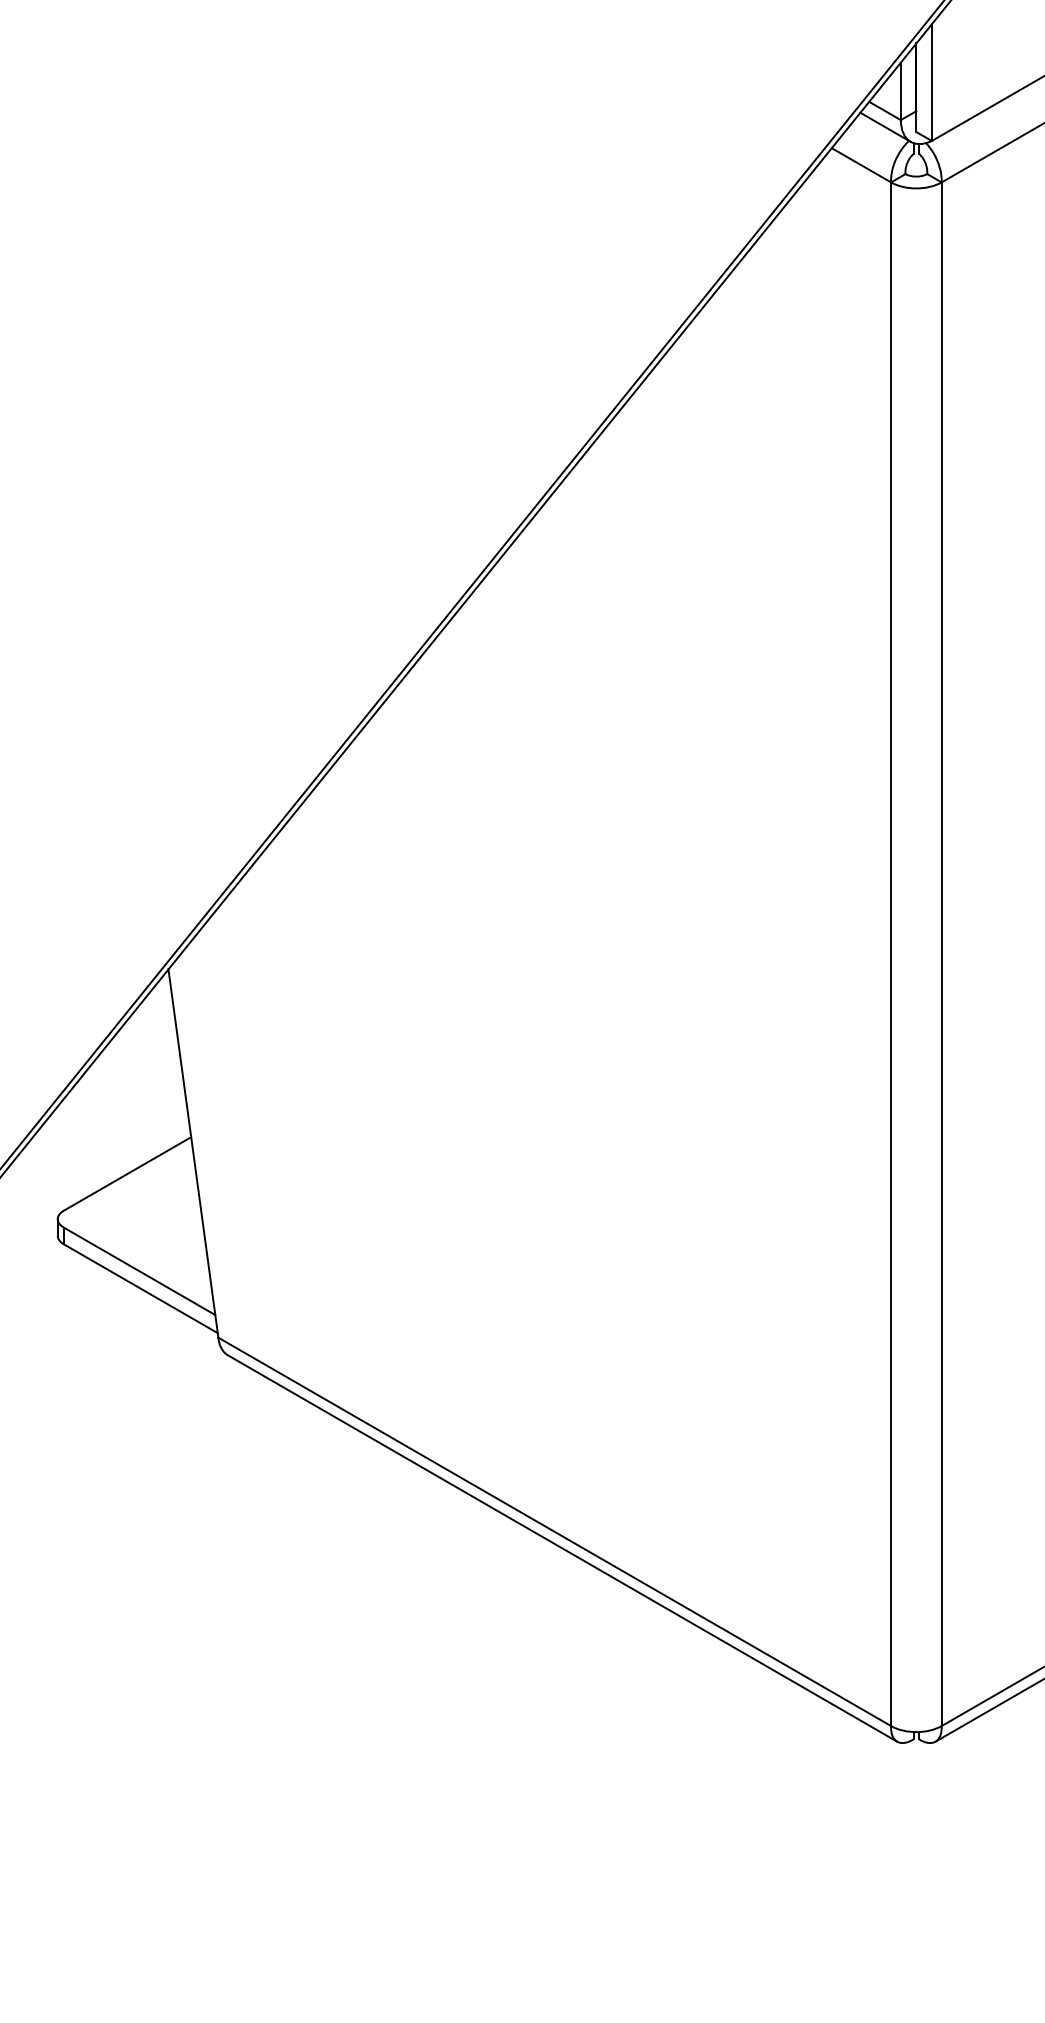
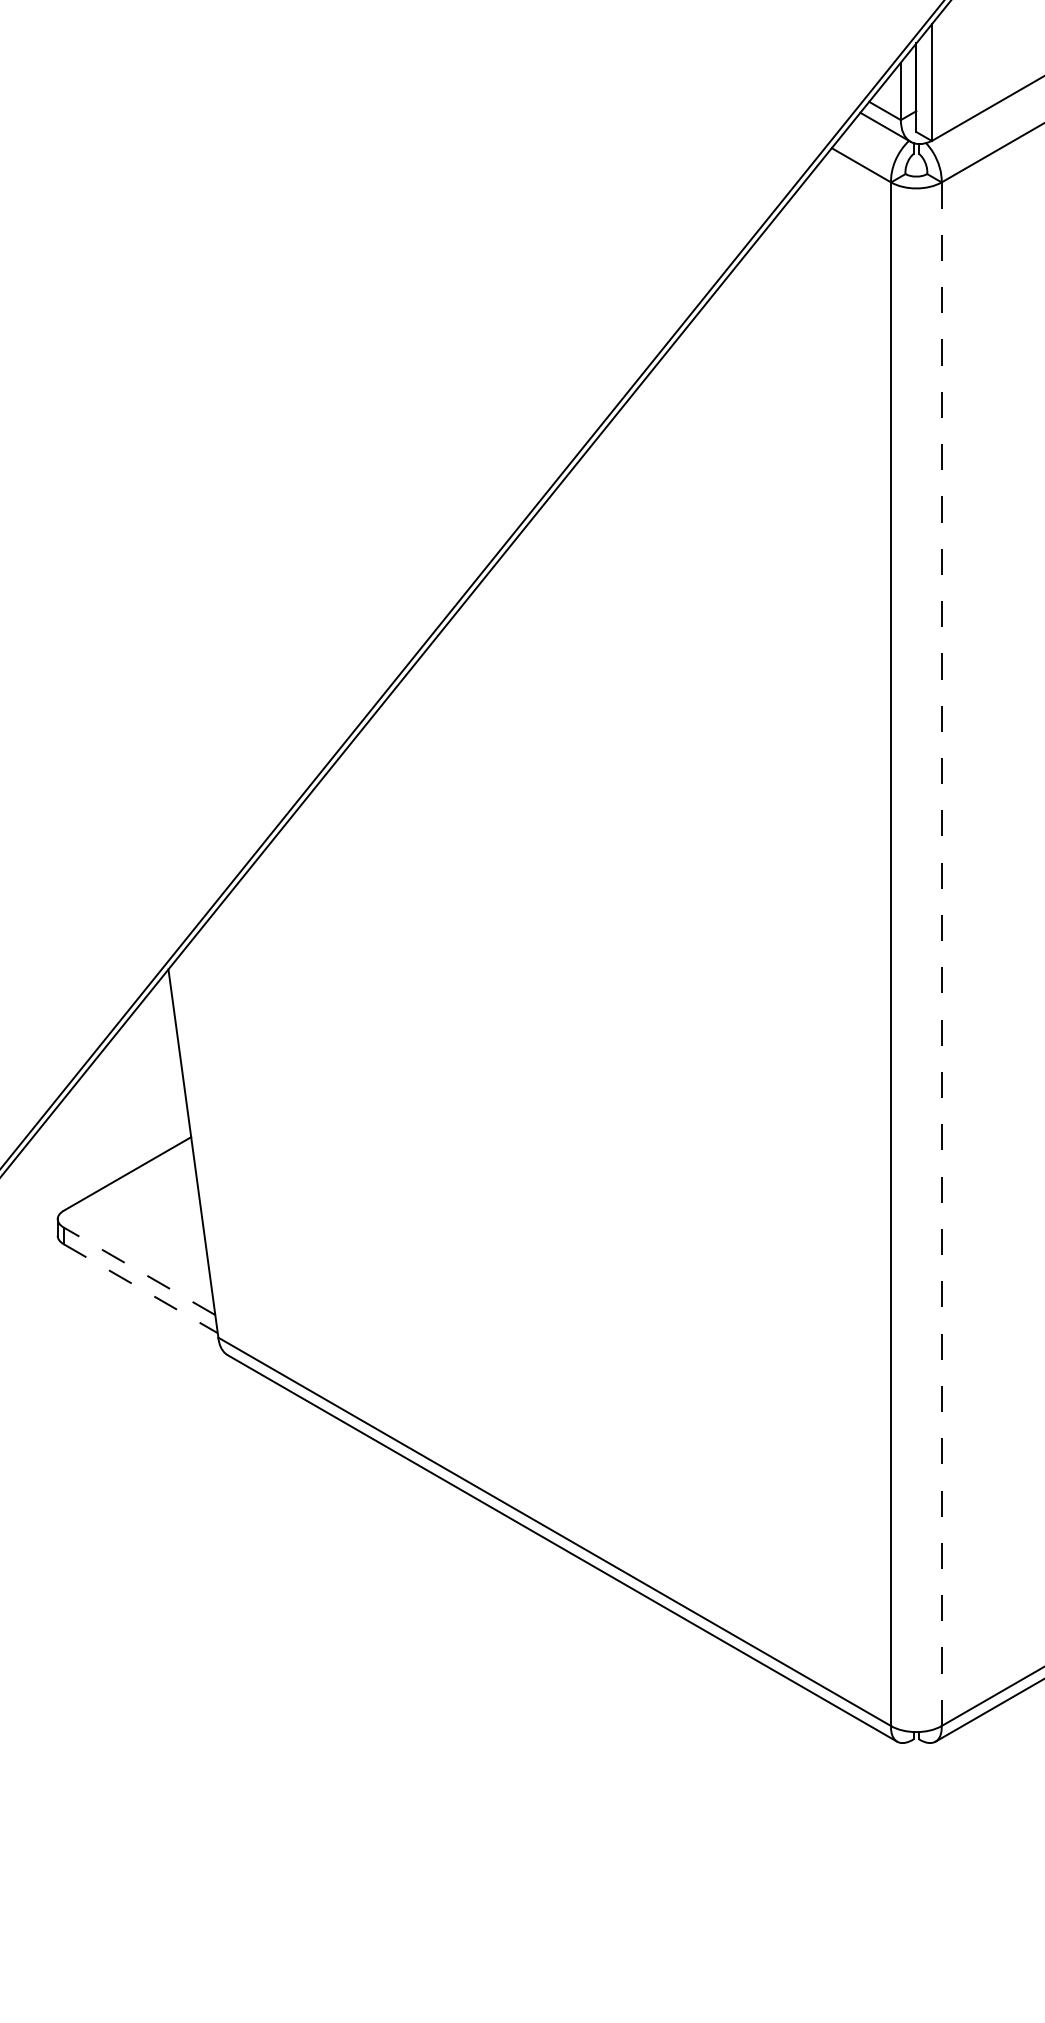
line at (941, 954): solid -> dashed
line at (139, 1271): solid -> dashed
line at (140, 1288): solid -> dashed
